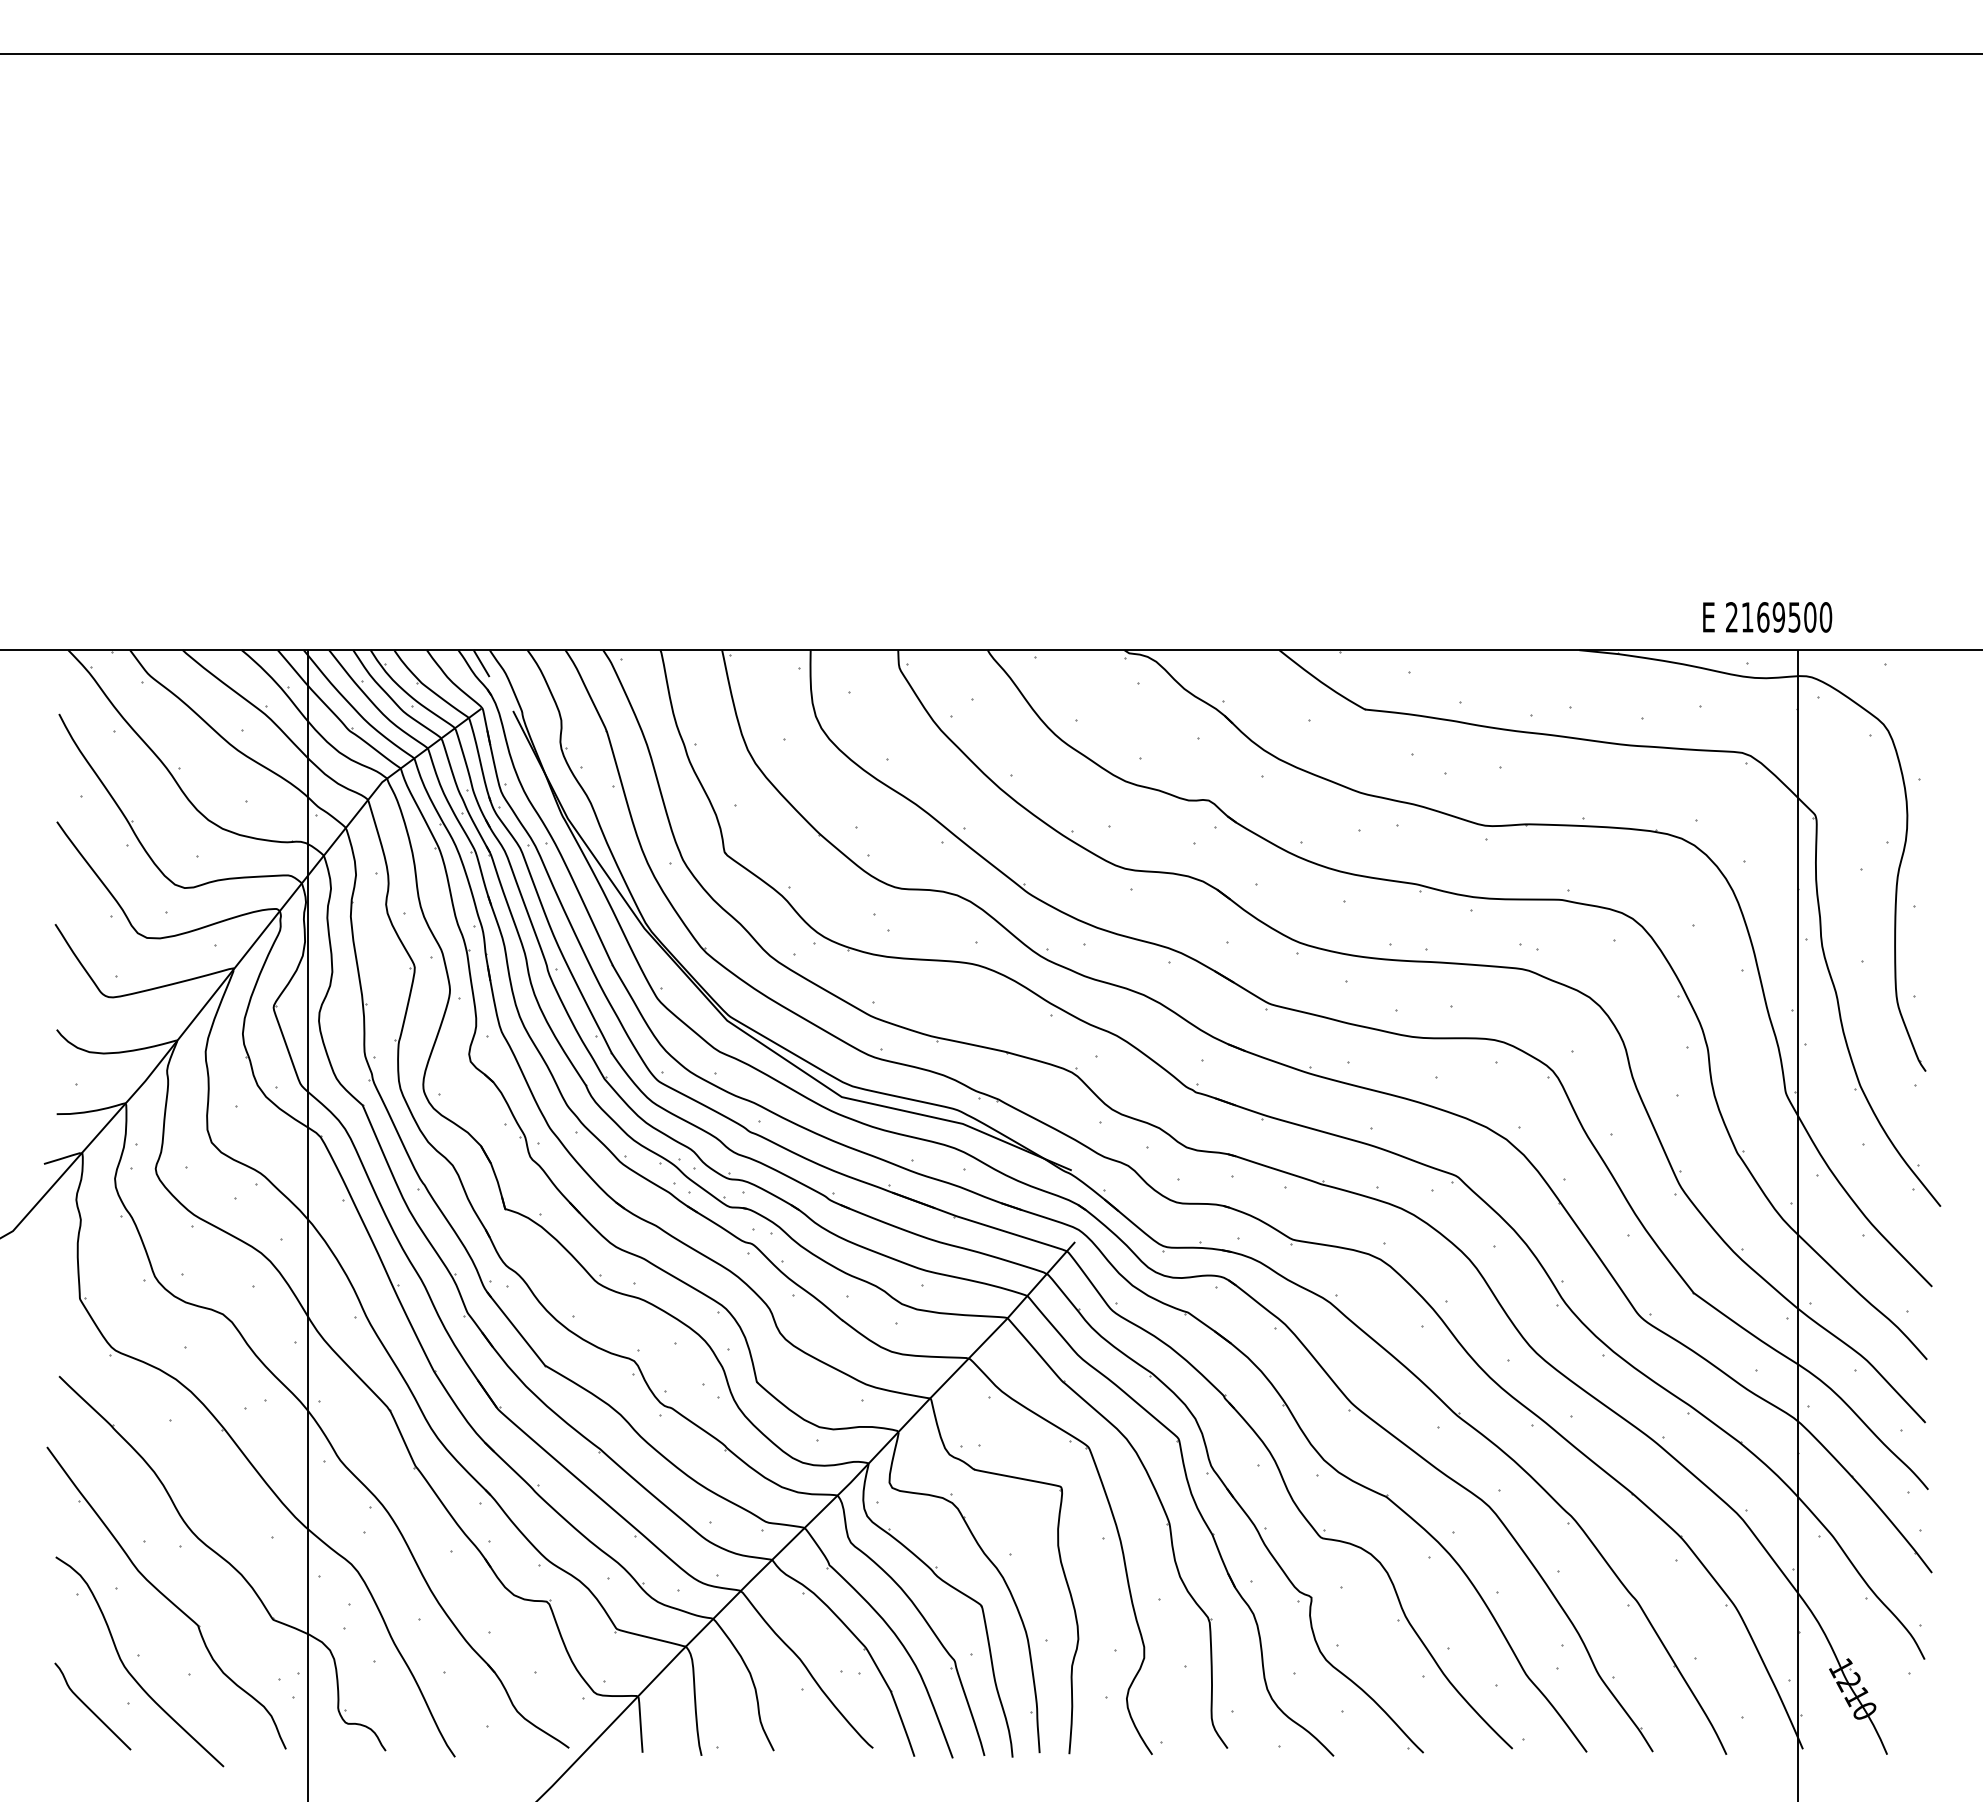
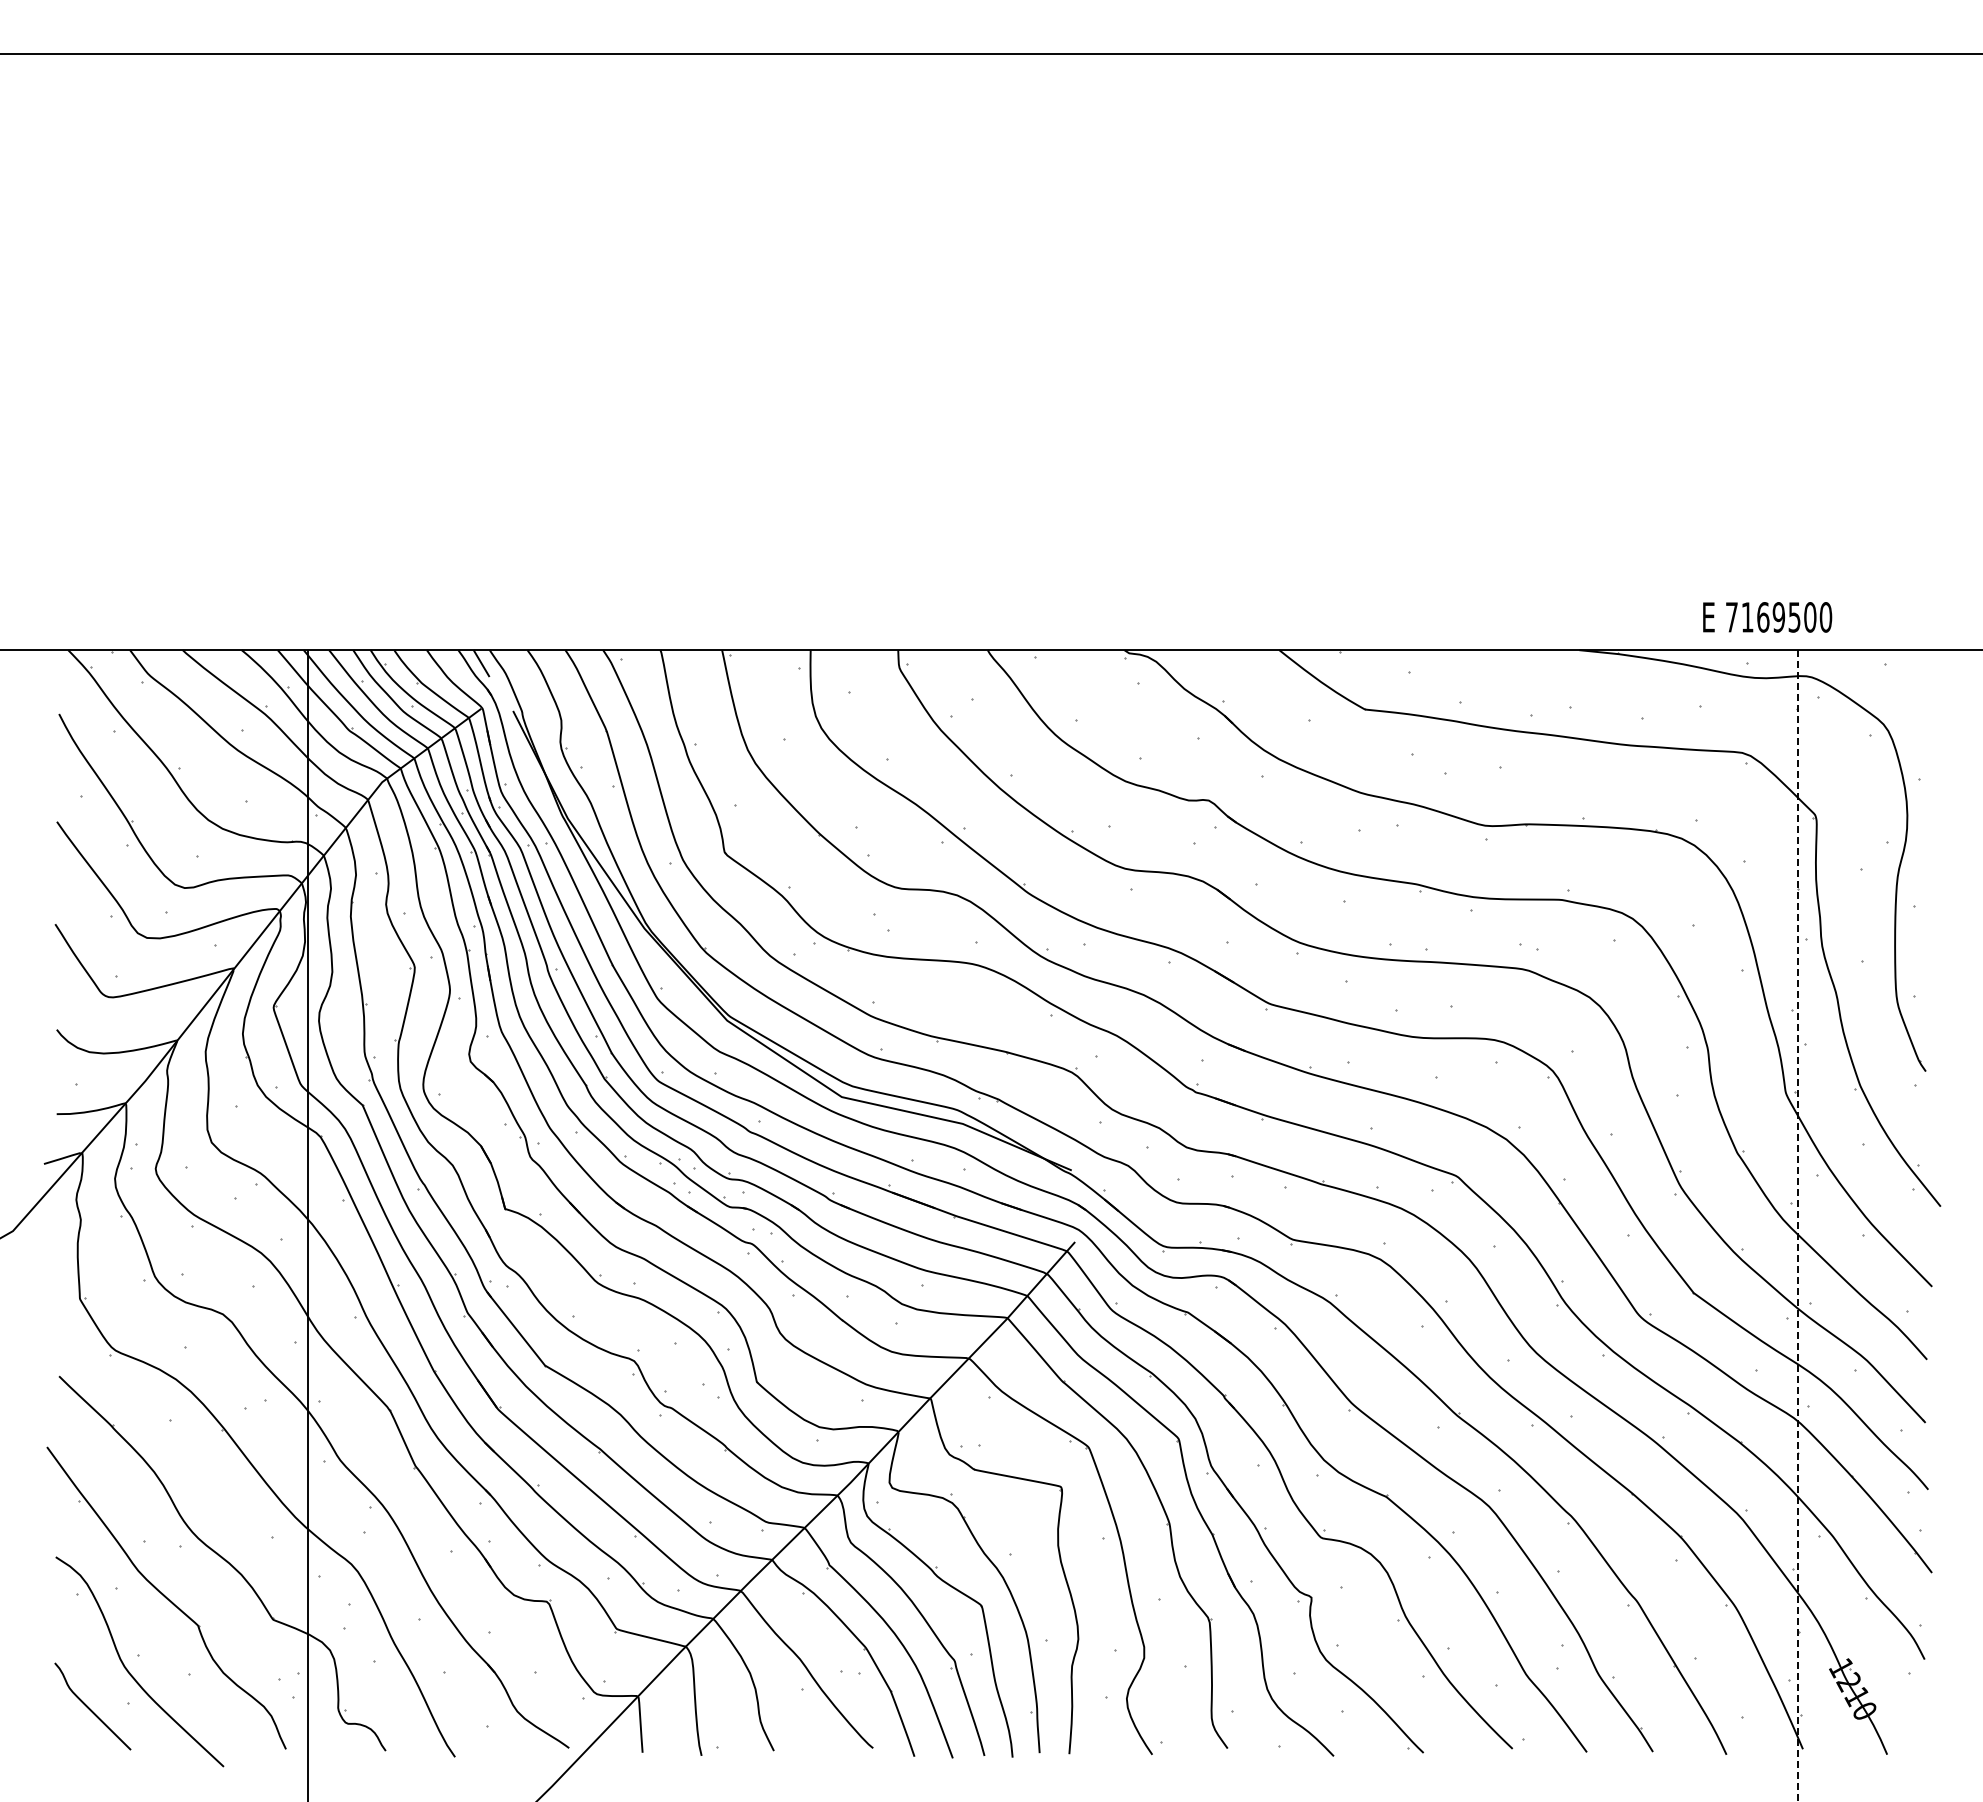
text at (1731, 617): 2169500 -> 7169500
line at (1798, 1226): solid -> dashed
